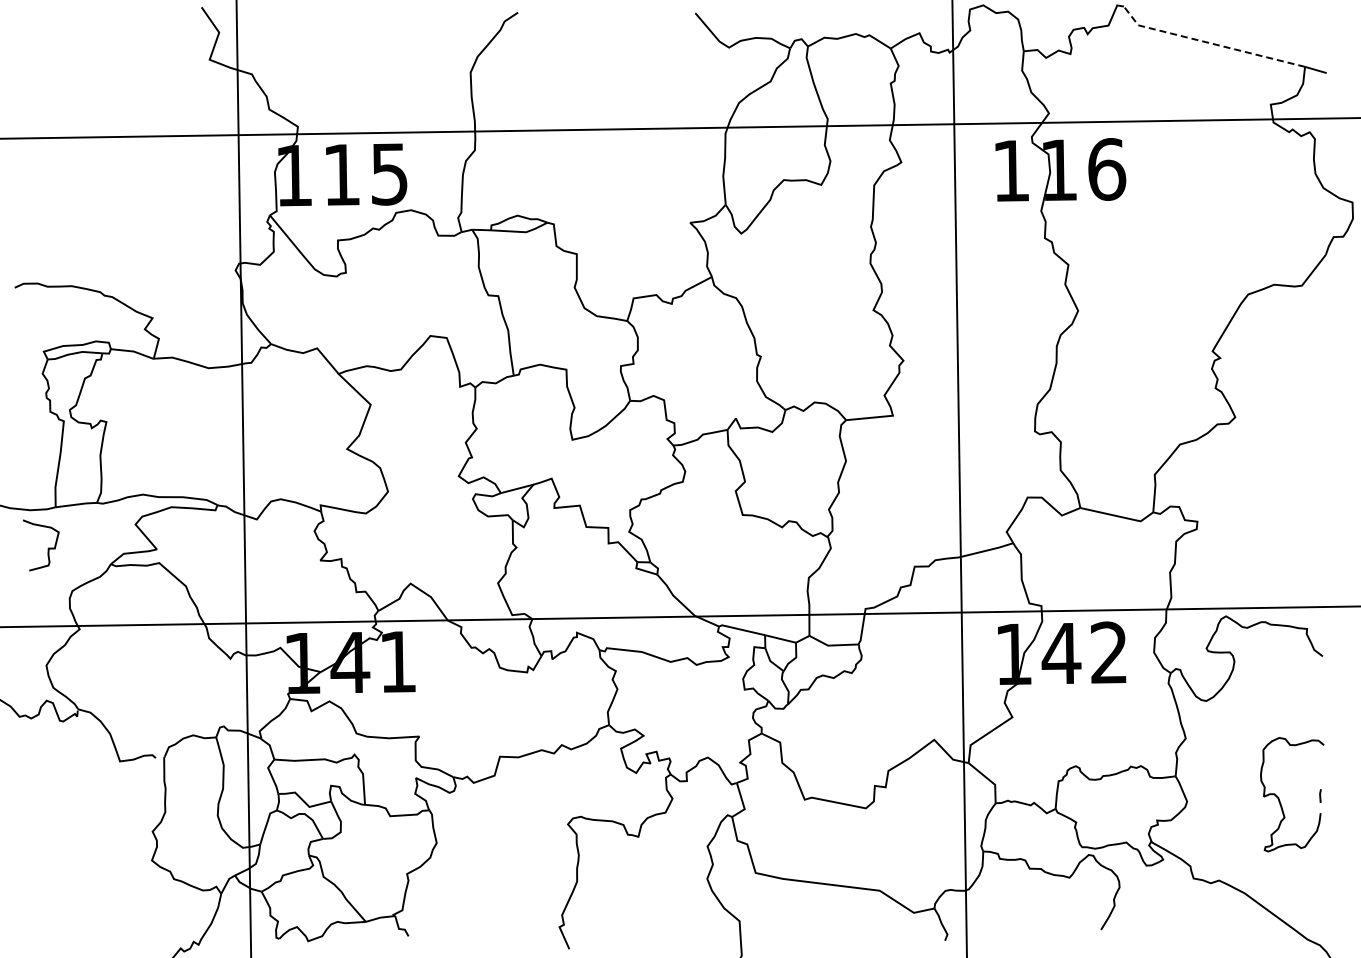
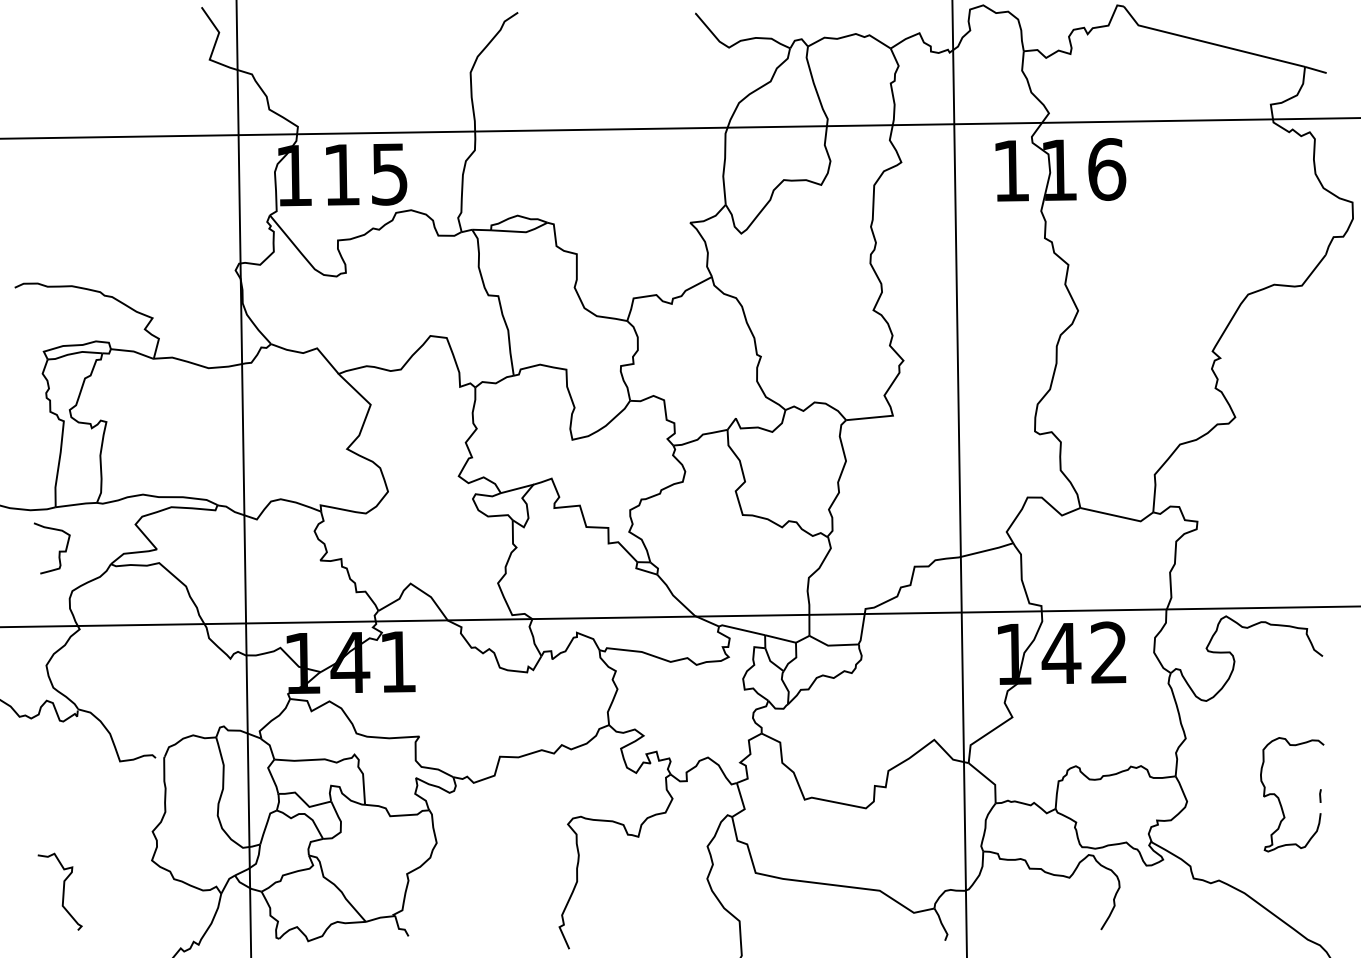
line at (1209, 42): dashed -> solid
curve at (47, 548) position: (47, 548) -> (58, 551)
curve at (62, 891): none -> present
